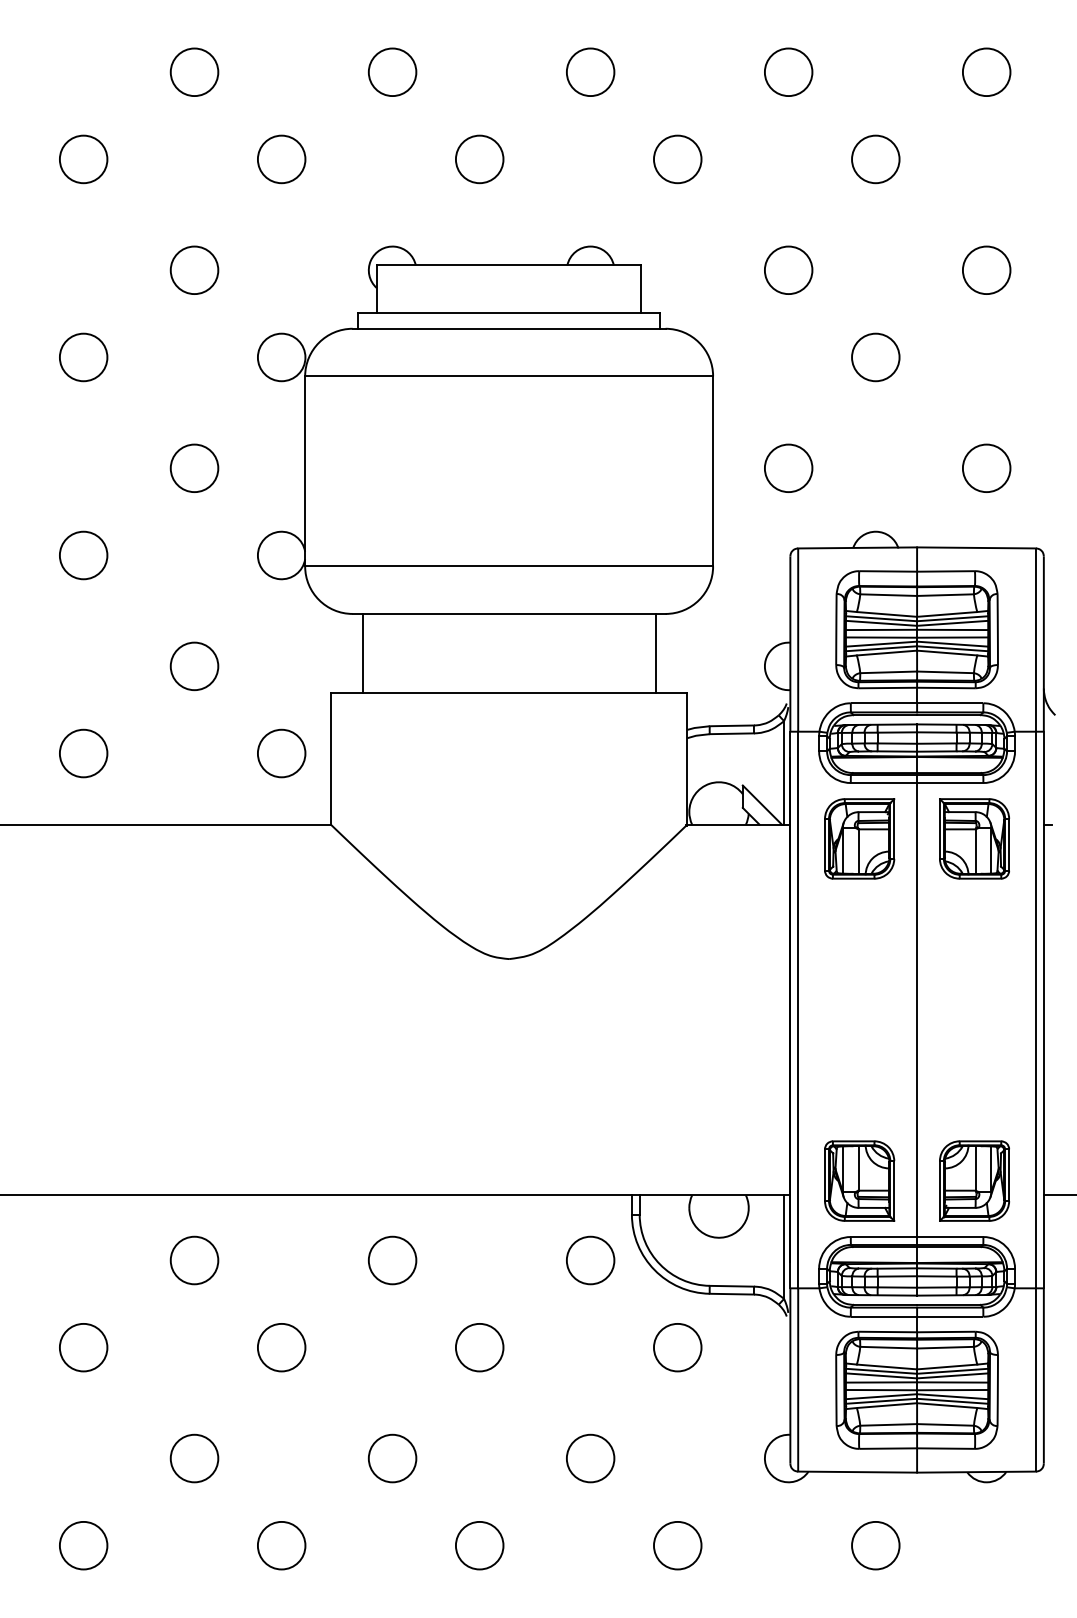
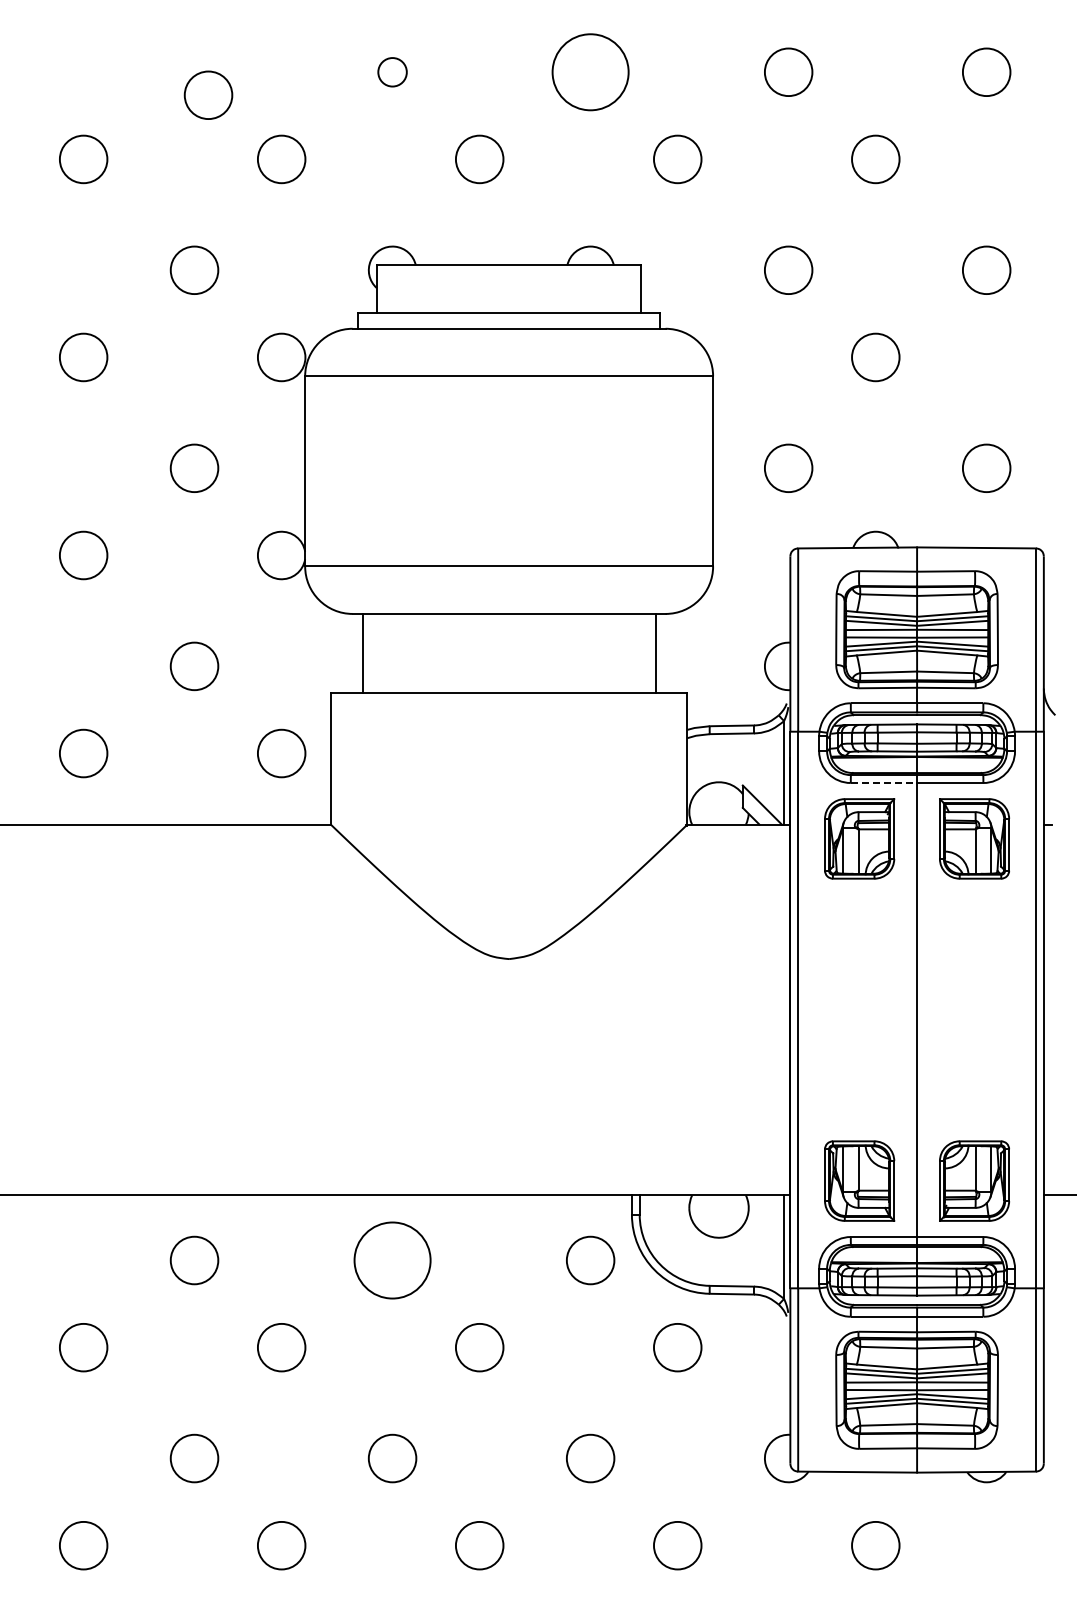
circle at (194, 71) position: (194, 71) -> (208, 94)
circle at (392, 72) diameter: 48 px -> 29 px
circle at (590, 72) diameter: 48 px -> 76 px
line at (884, 783): solid -> dashed
circle at (392, 1260) diameter: 48 px -> 76 px
